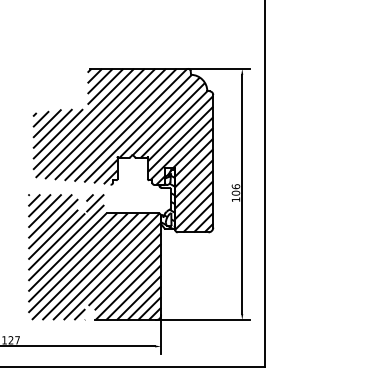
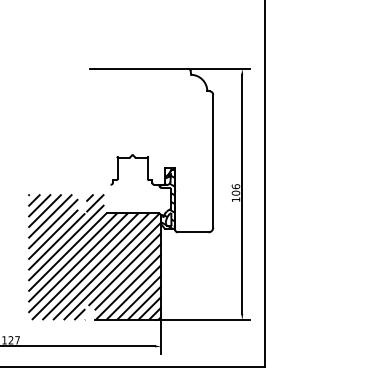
hatch at (123, 150): present -> none
